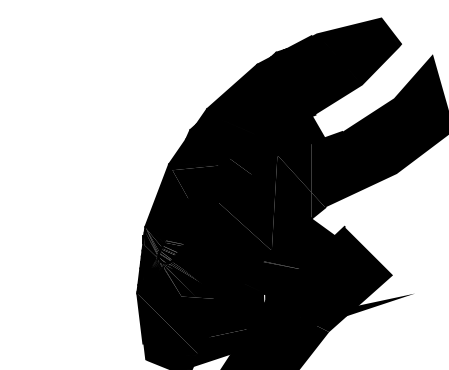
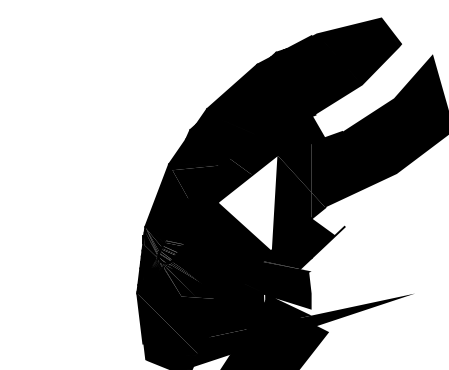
fill at (247, 202): present -> none
fill at (329, 279): present -> none
